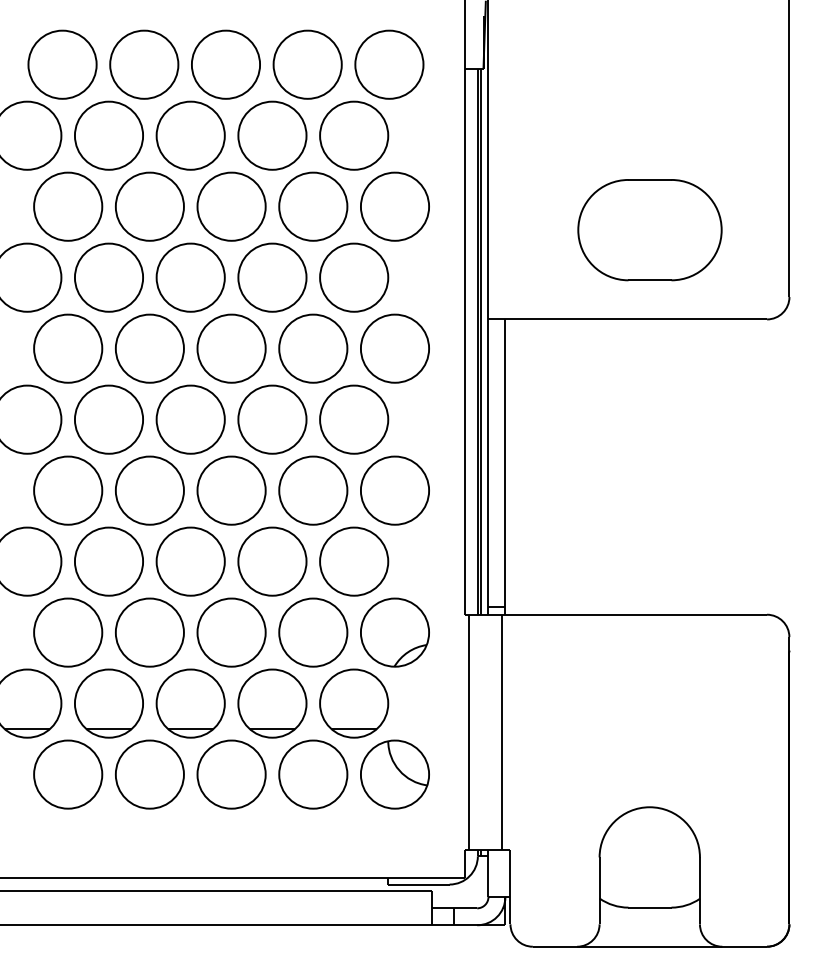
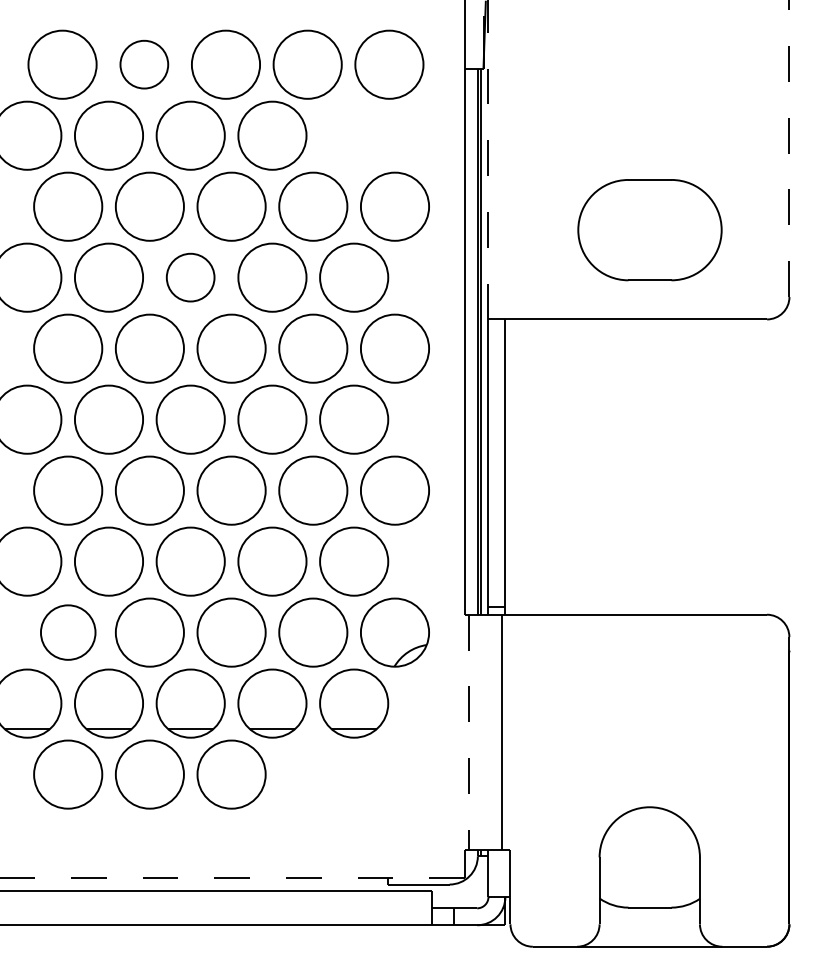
part at (144, 64) size: 71x71 px -> 51x51 px
part at (354, 135): present -> none
line at (789, 148): solid -> dashed
line at (488, 159): solid -> dashed
part at (190, 277) size: 71x71 px -> 51x51 px
part at (68, 632) size: 71x71 px -> 57x57 px
line at (468, 732): solid -> dashed
part at (313, 774): present -> none
part at (394, 774): present -> none
line at (232, 877): solid -> dashed
